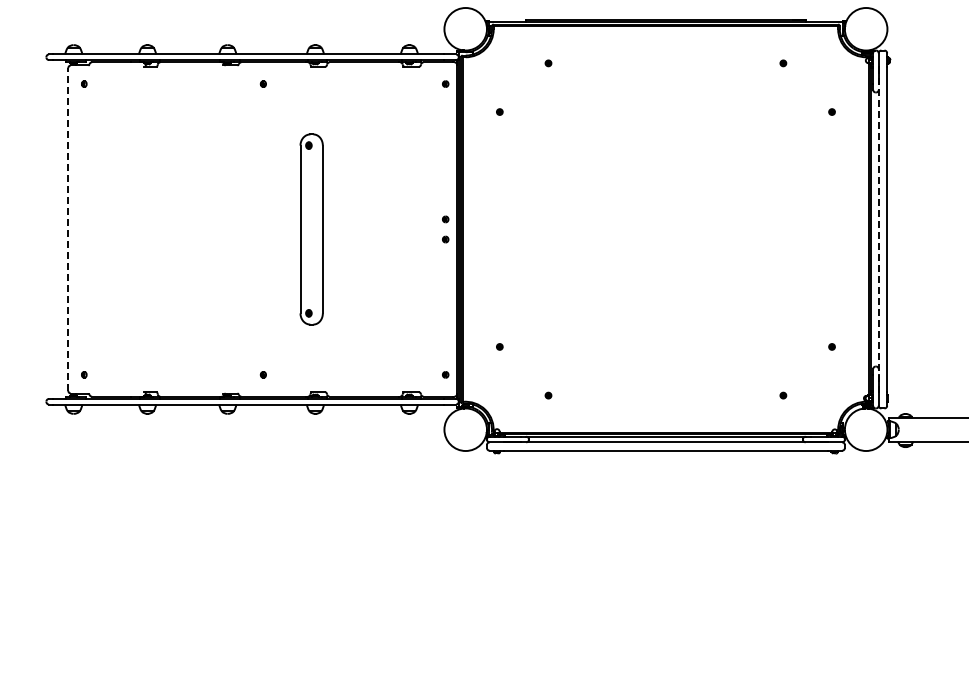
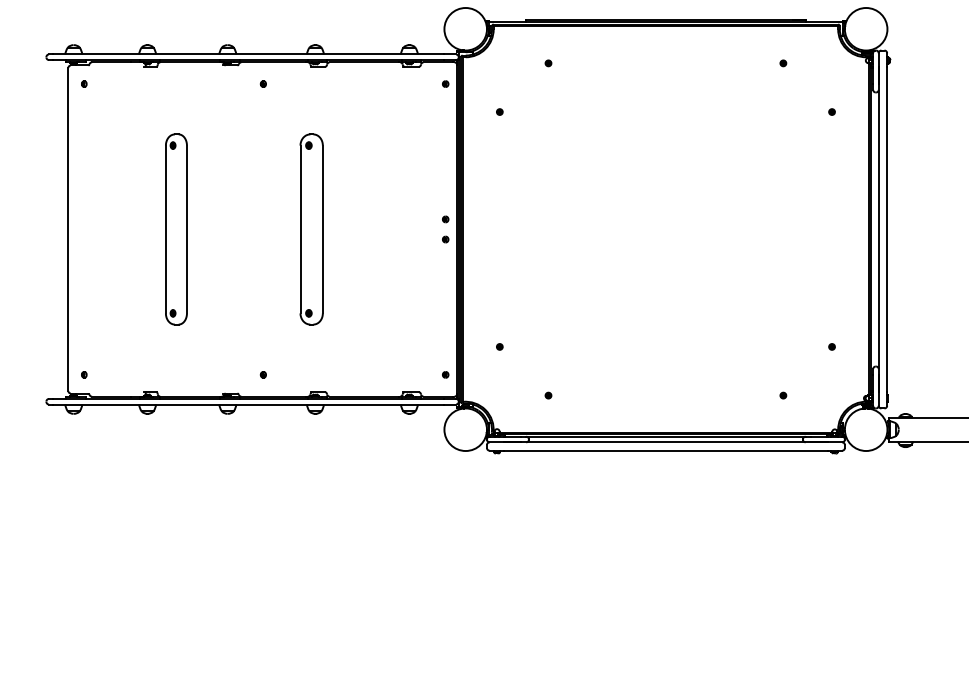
line at (68, 229): dashed -> solid
part at (176, 229): none -> present
line at (878, 230): dashed -> solid
